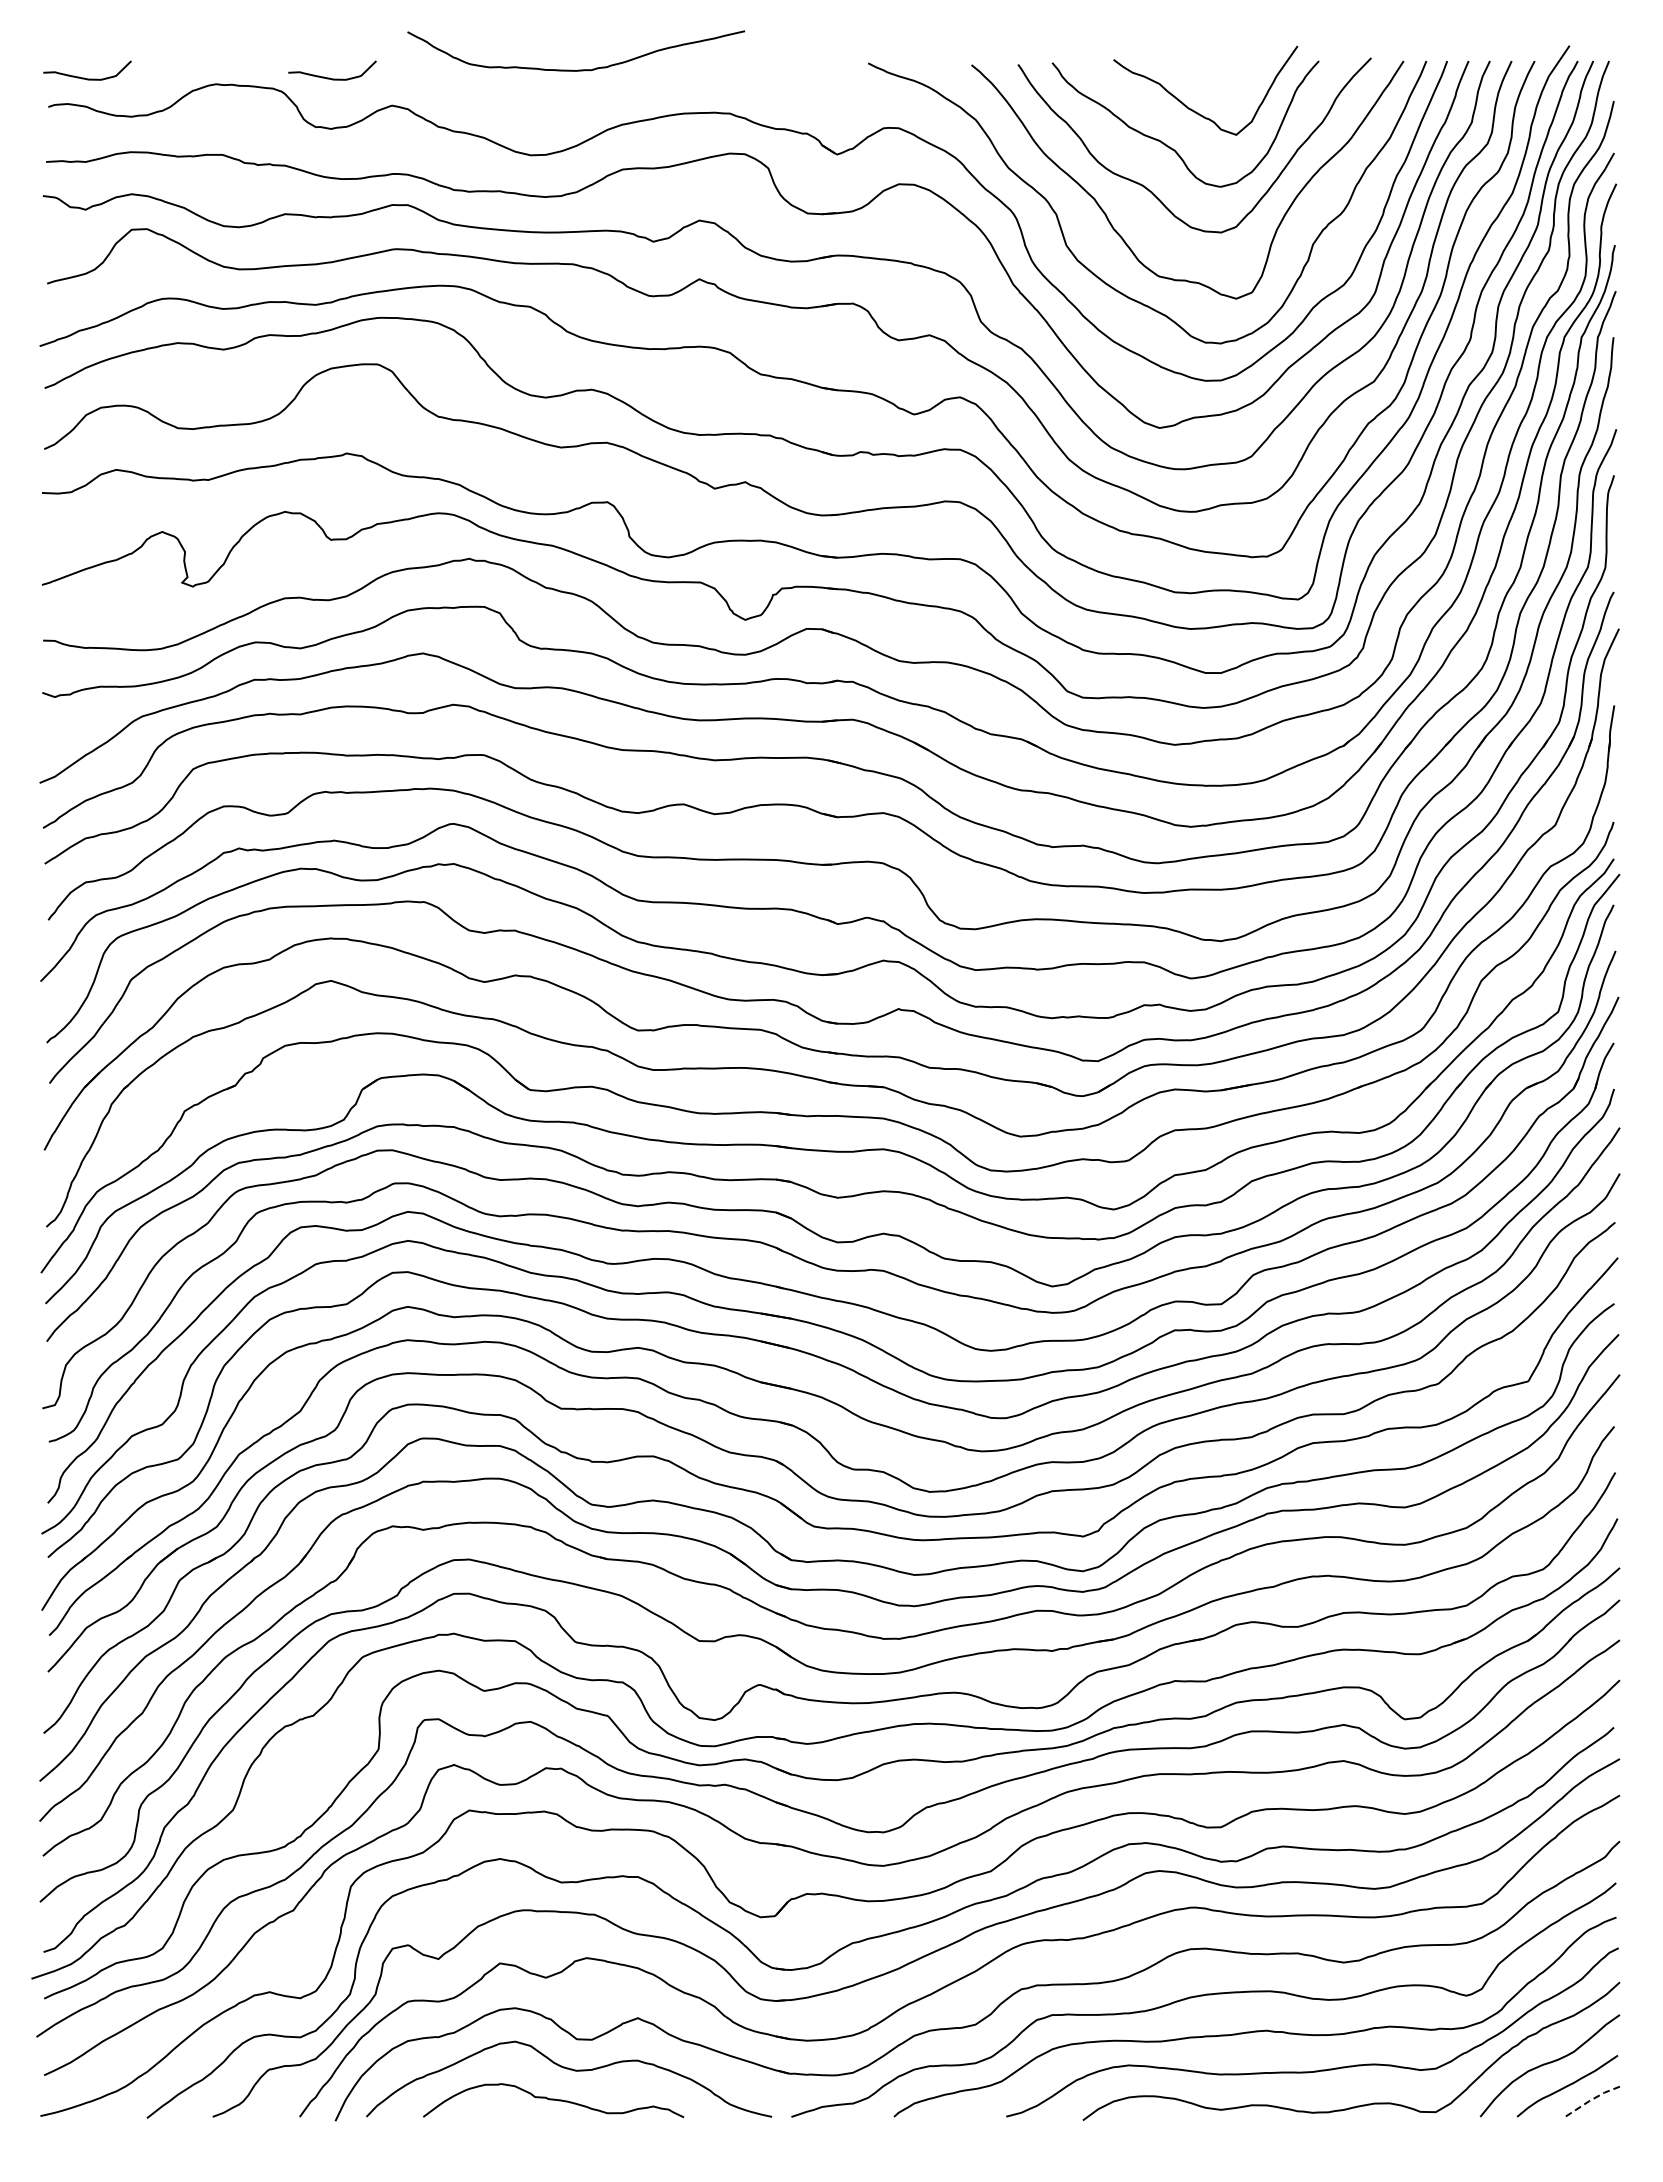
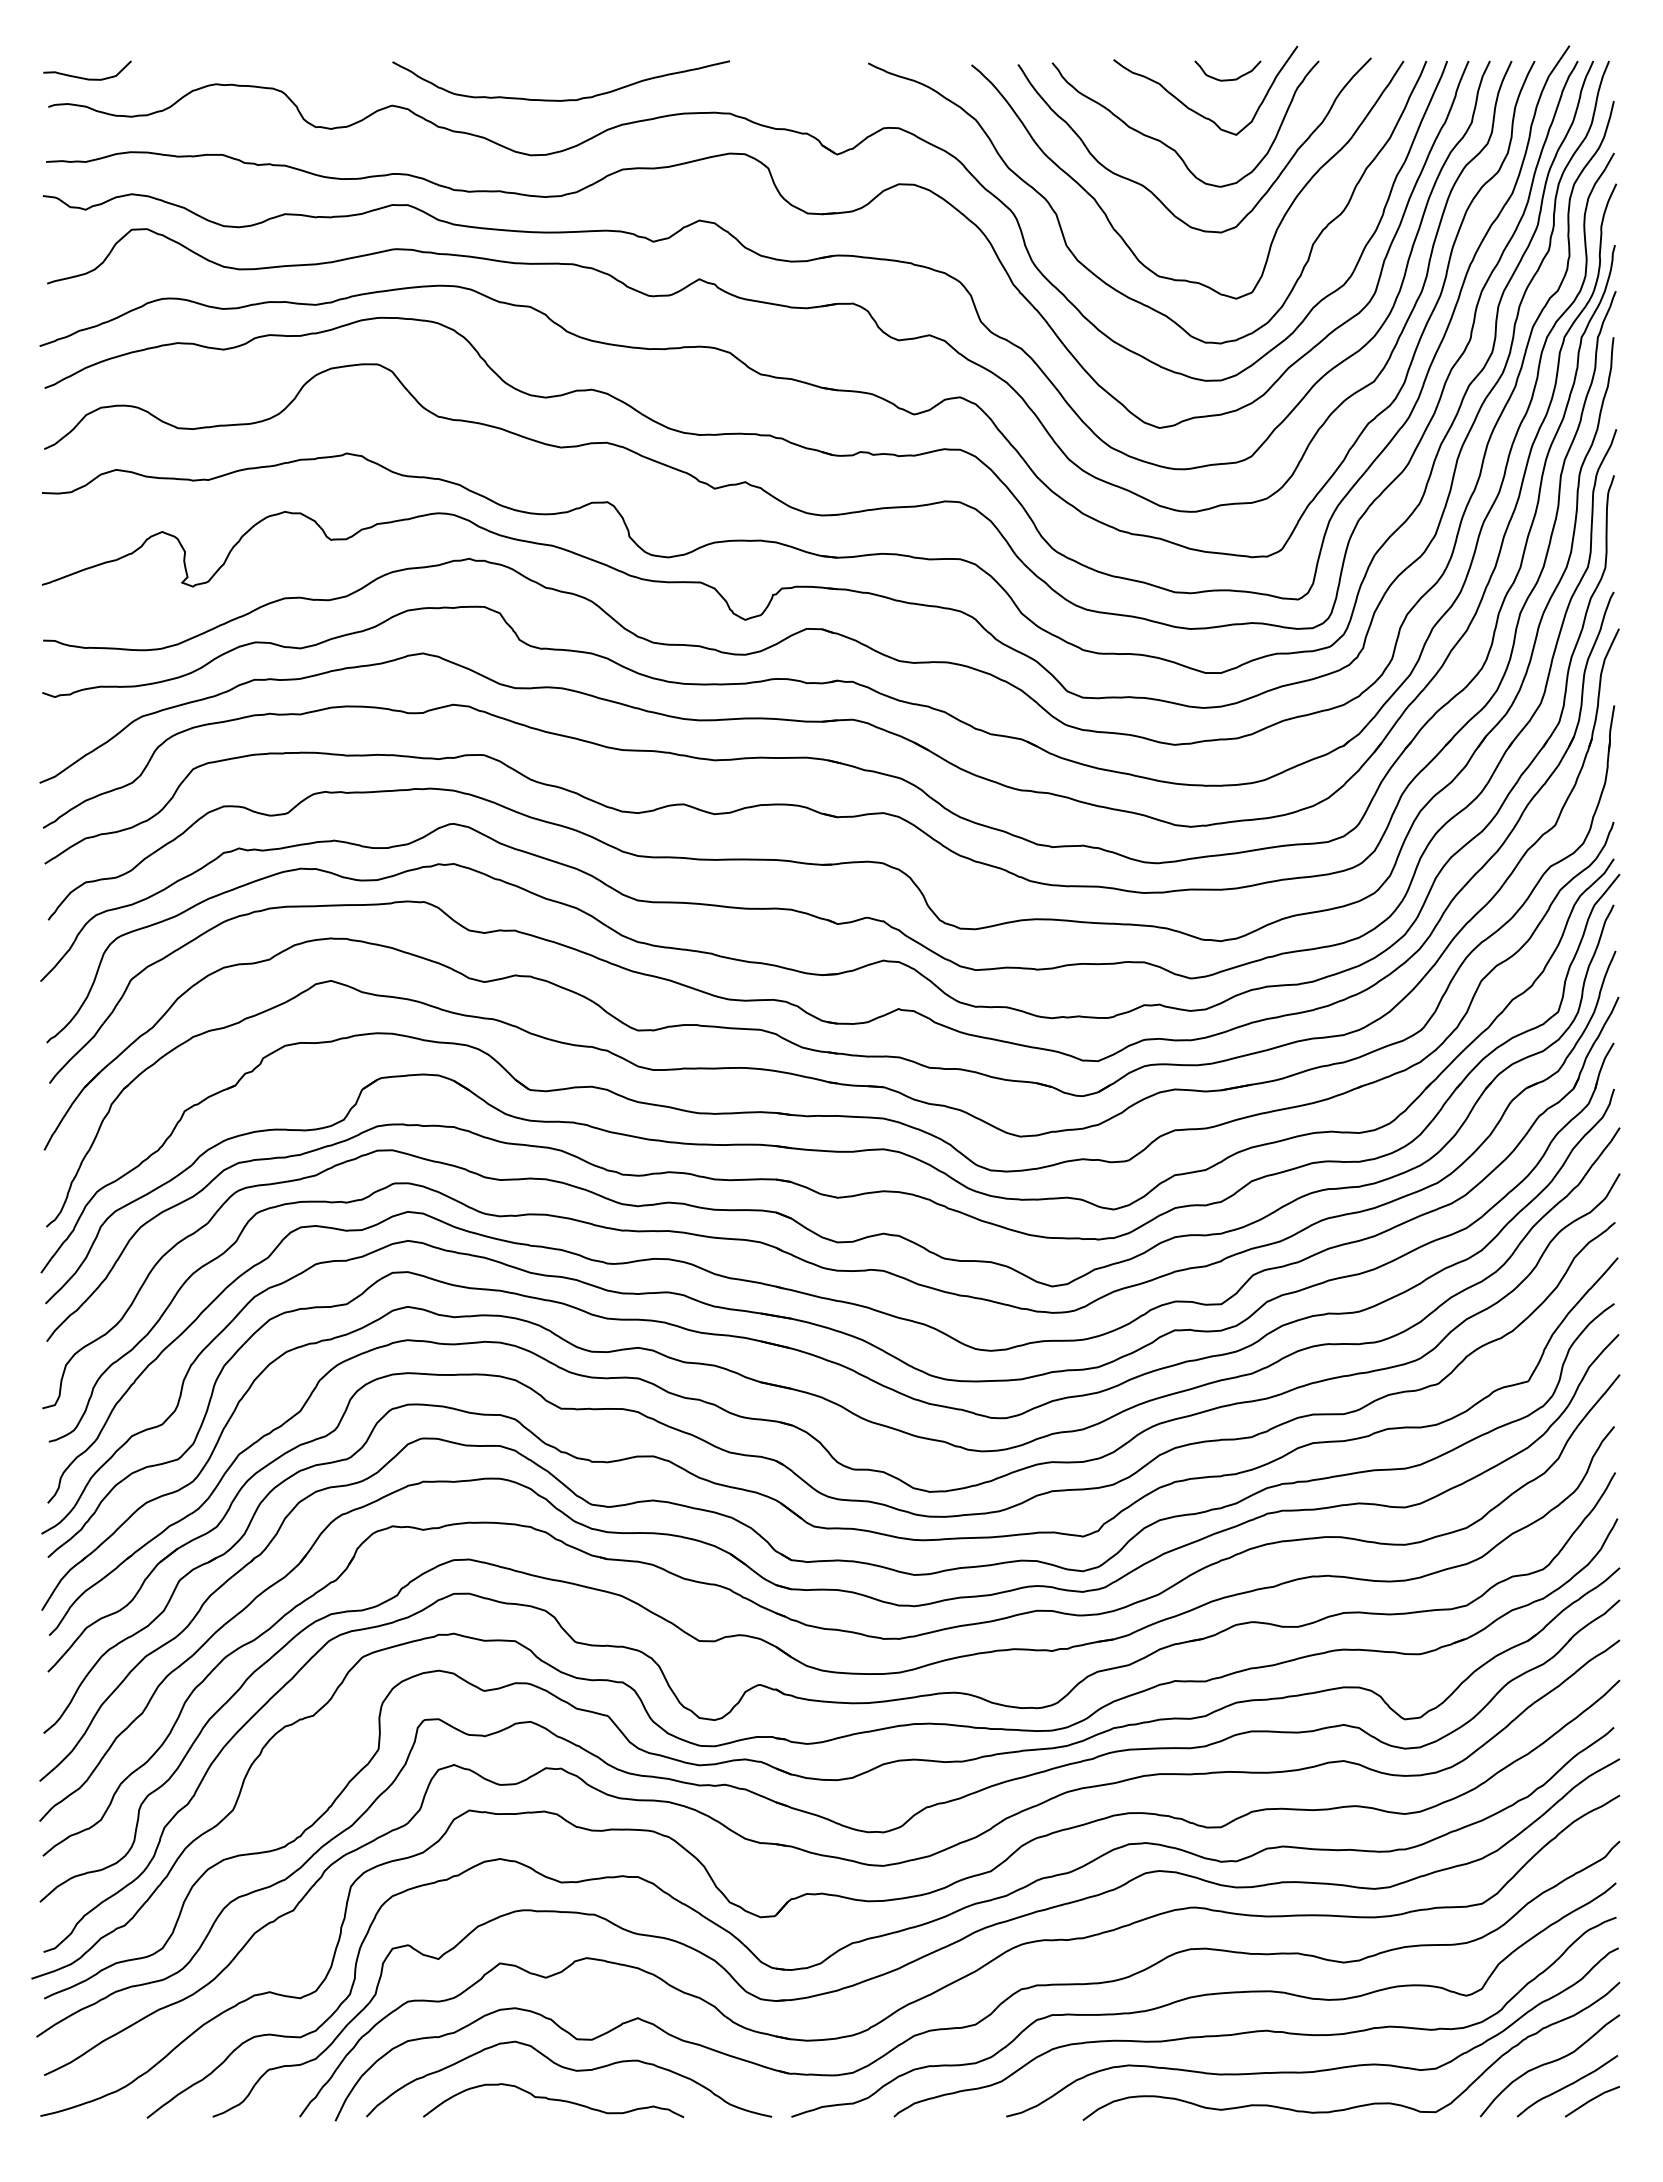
curve at (577, 69) position: (577, 69) -> (562, 99)
curve at (329, 77): present -> none
curve at (1227, 79): none -> present
line at (1591, 2099): dashed -> solid
